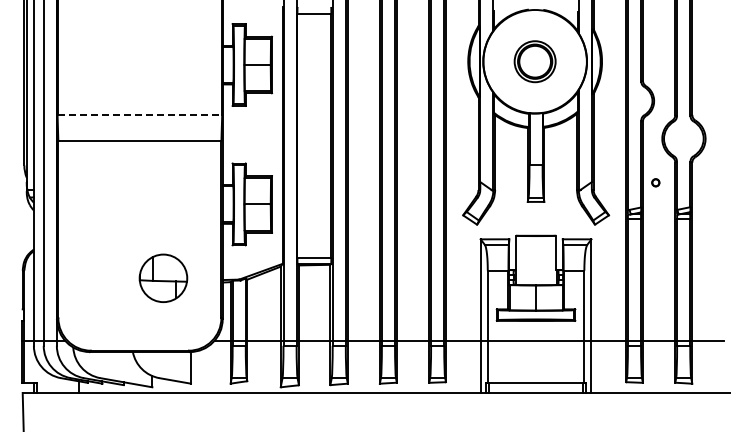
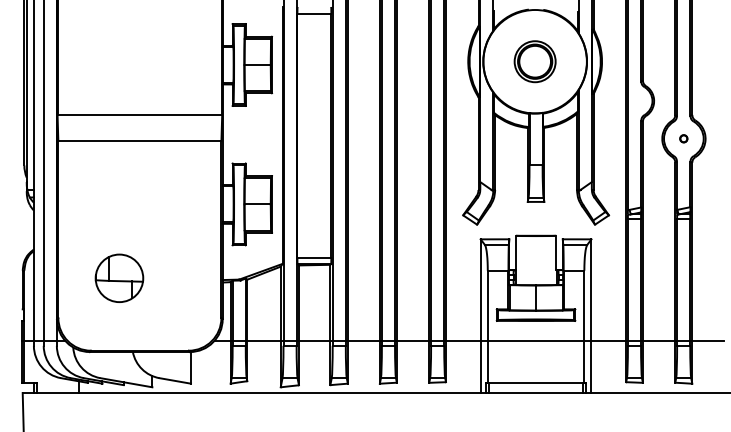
line at (140, 115): dashed -> solid
part at (655, 182) position: (655, 182) -> (683, 138)
part at (163, 277) position: (163, 277) -> (119, 277)
